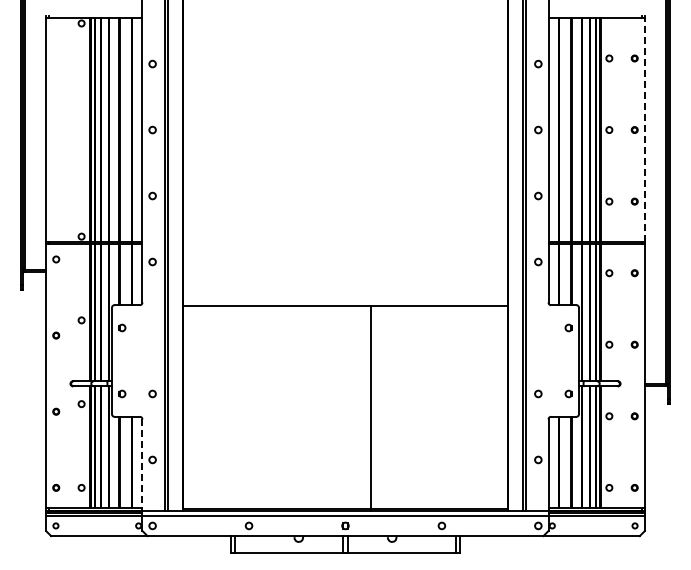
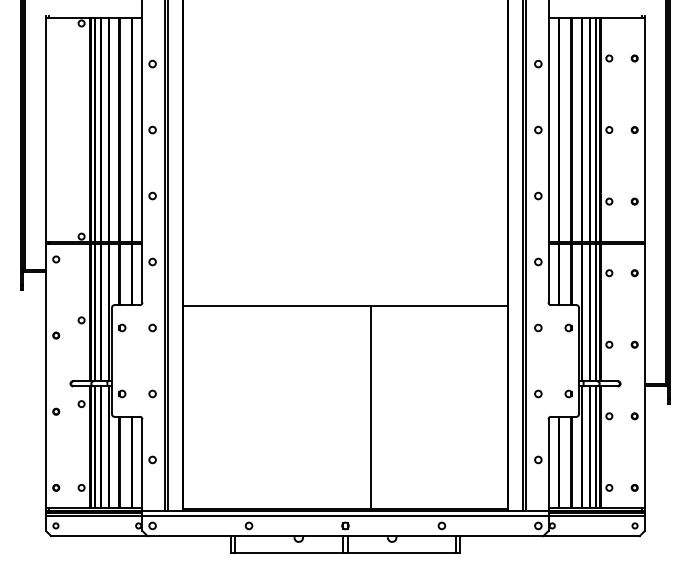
line at (644, 130): dashed -> solid
circle at (152, 327): none -> present
circle at (538, 327): none -> present
line at (142, 465): dashed -> solid
